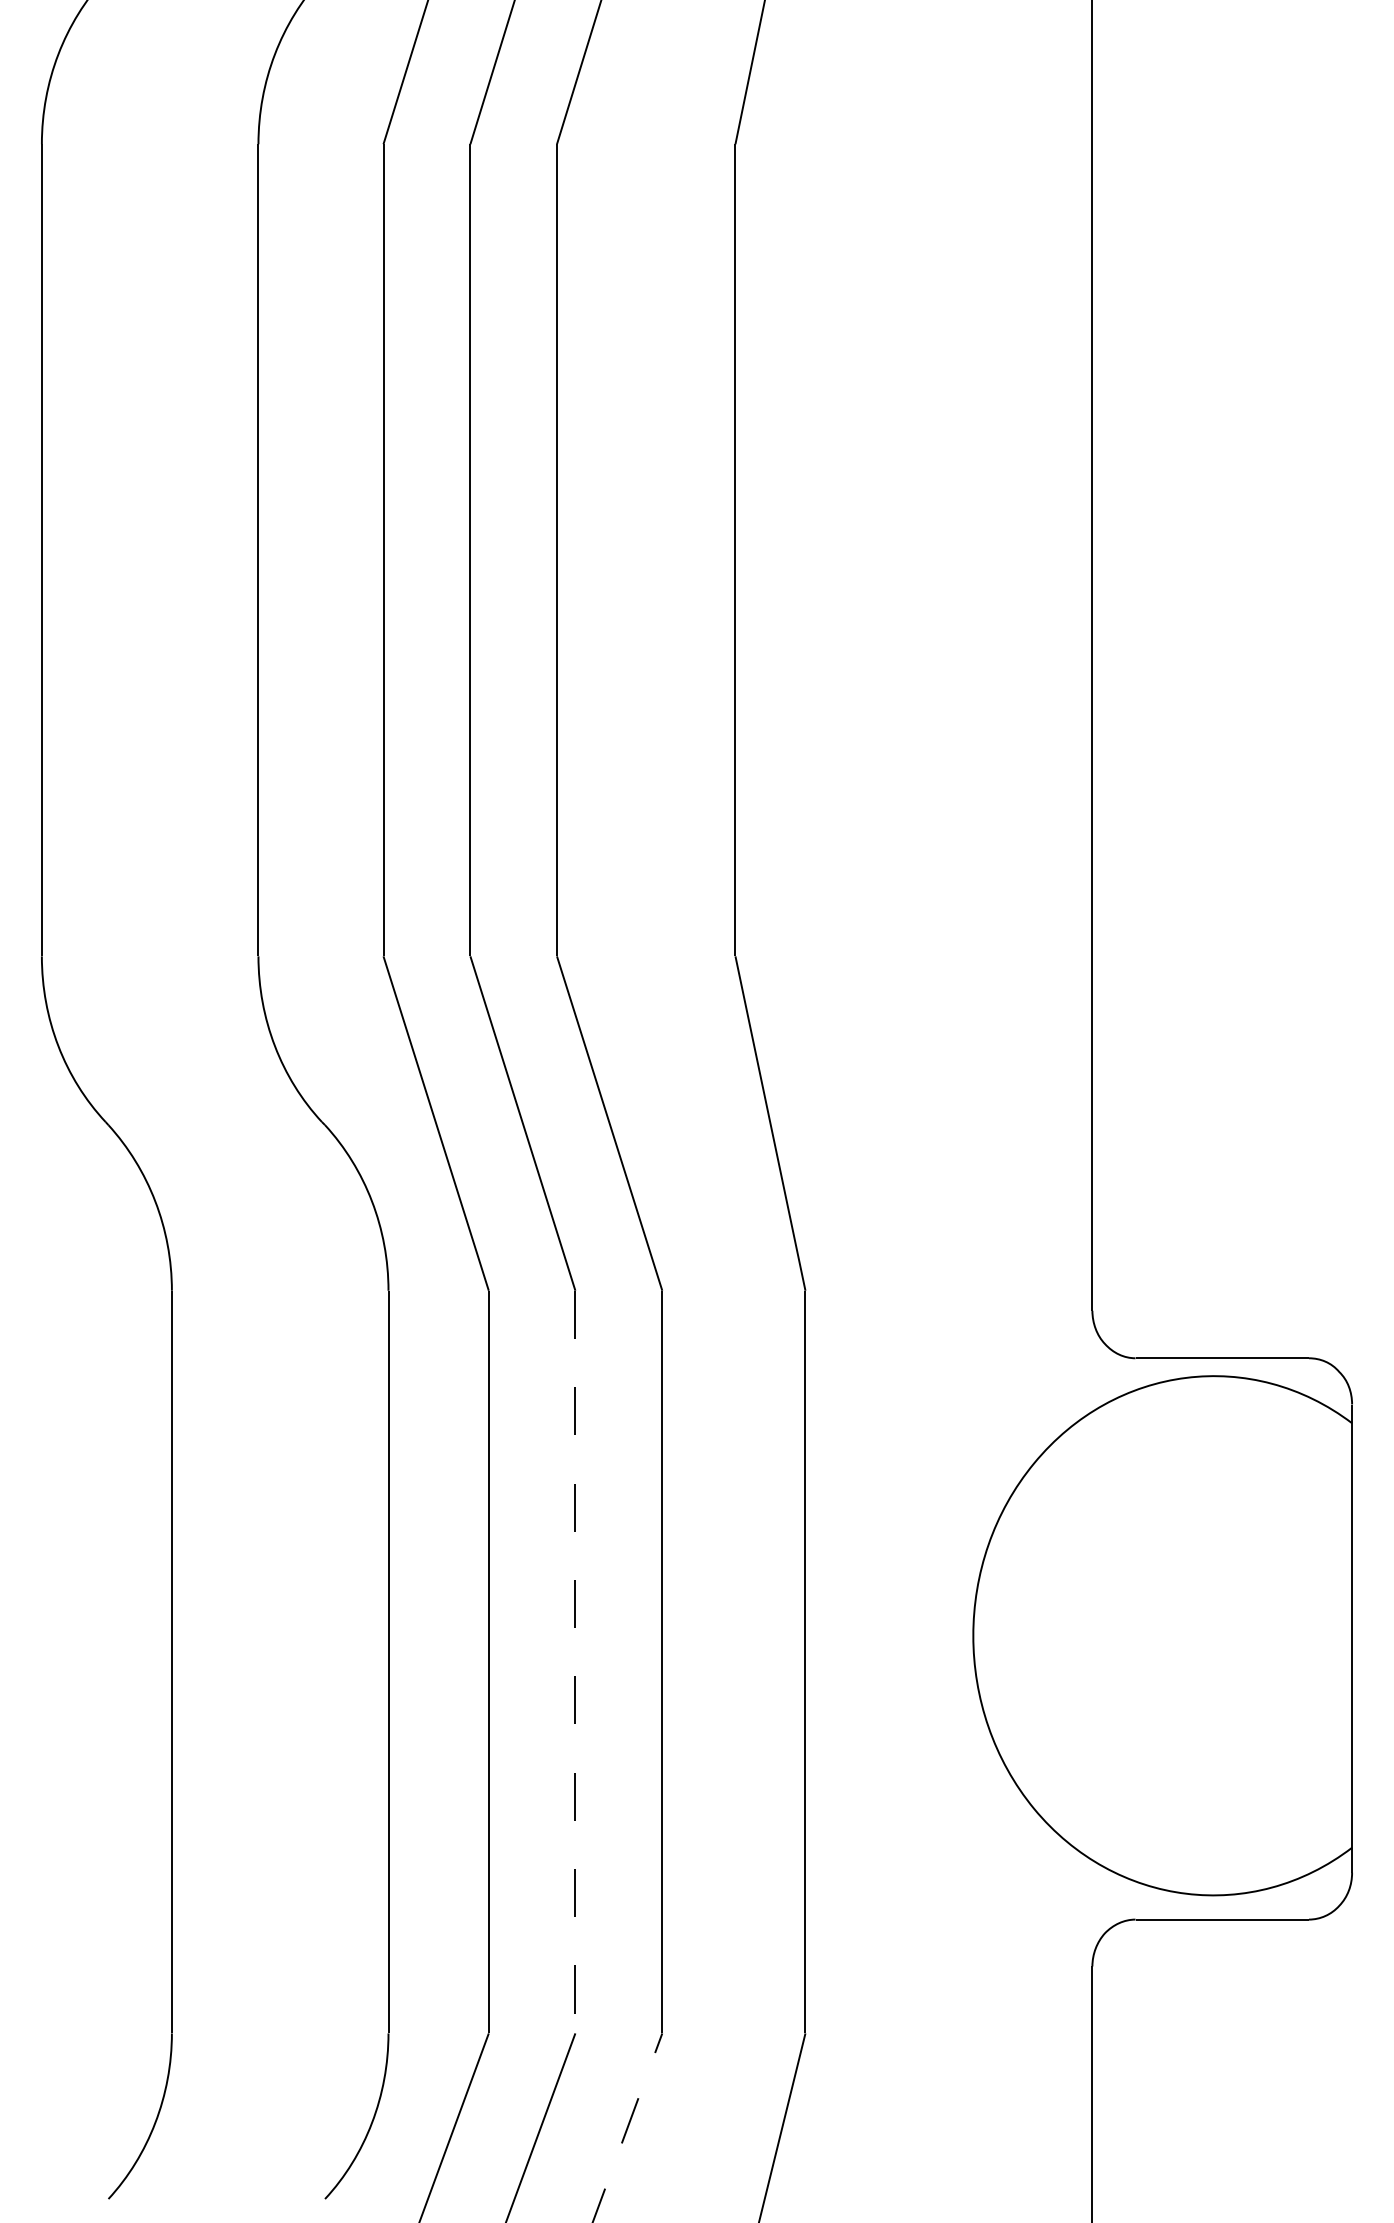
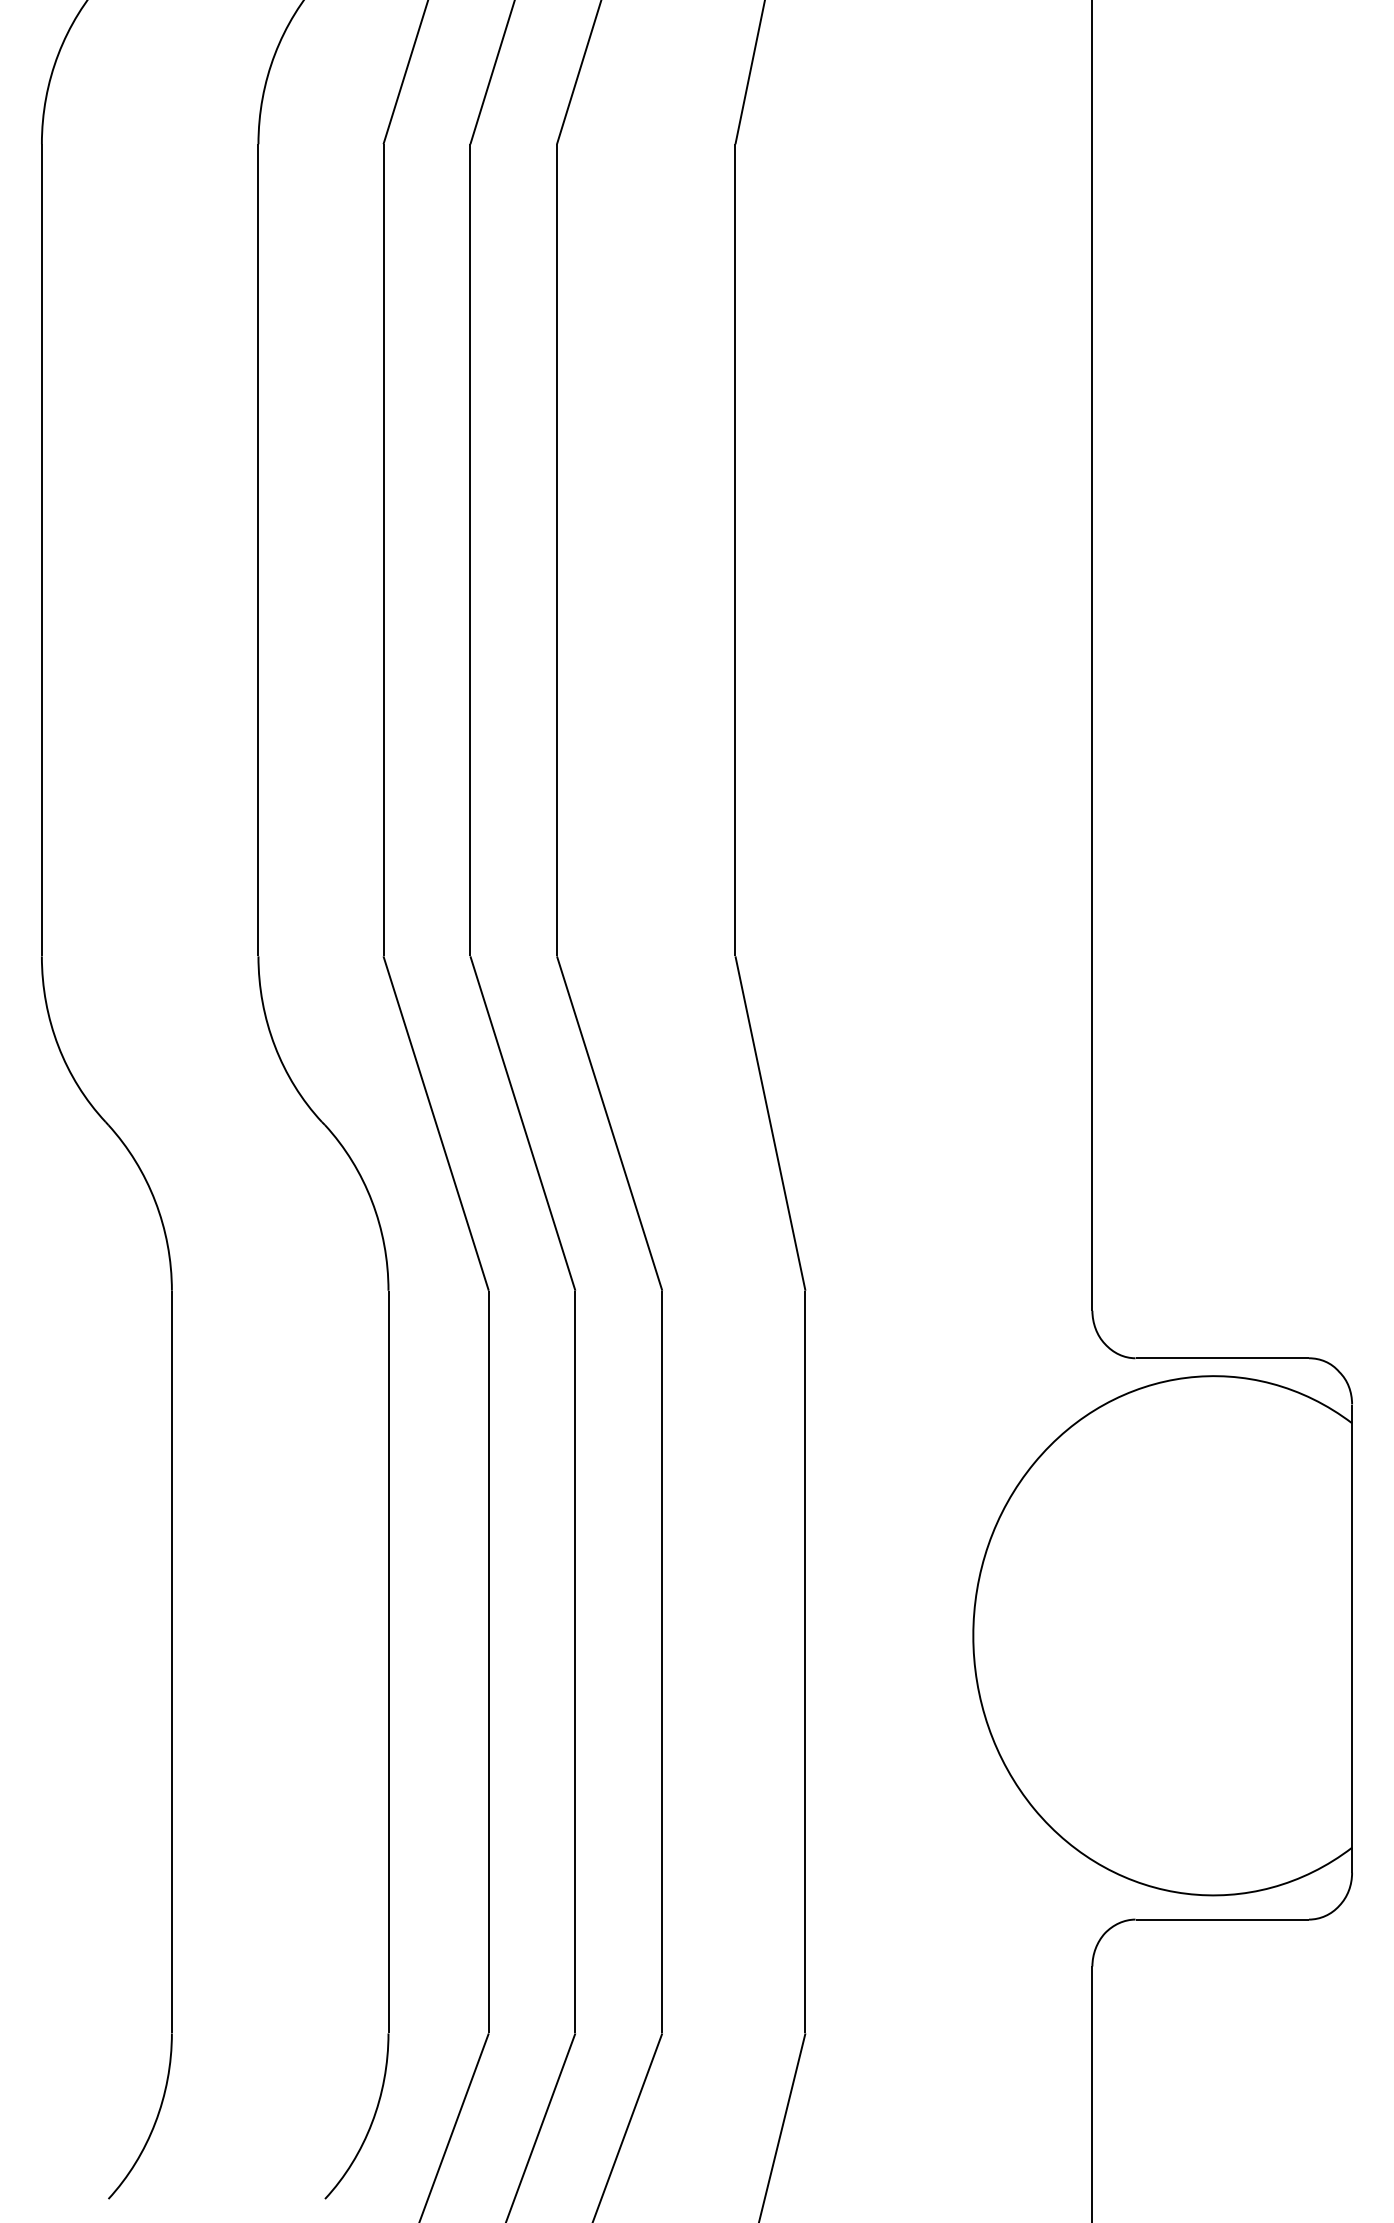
line at (575, 1662): dashed -> solid
line at (627, 2128): dashed -> solid
